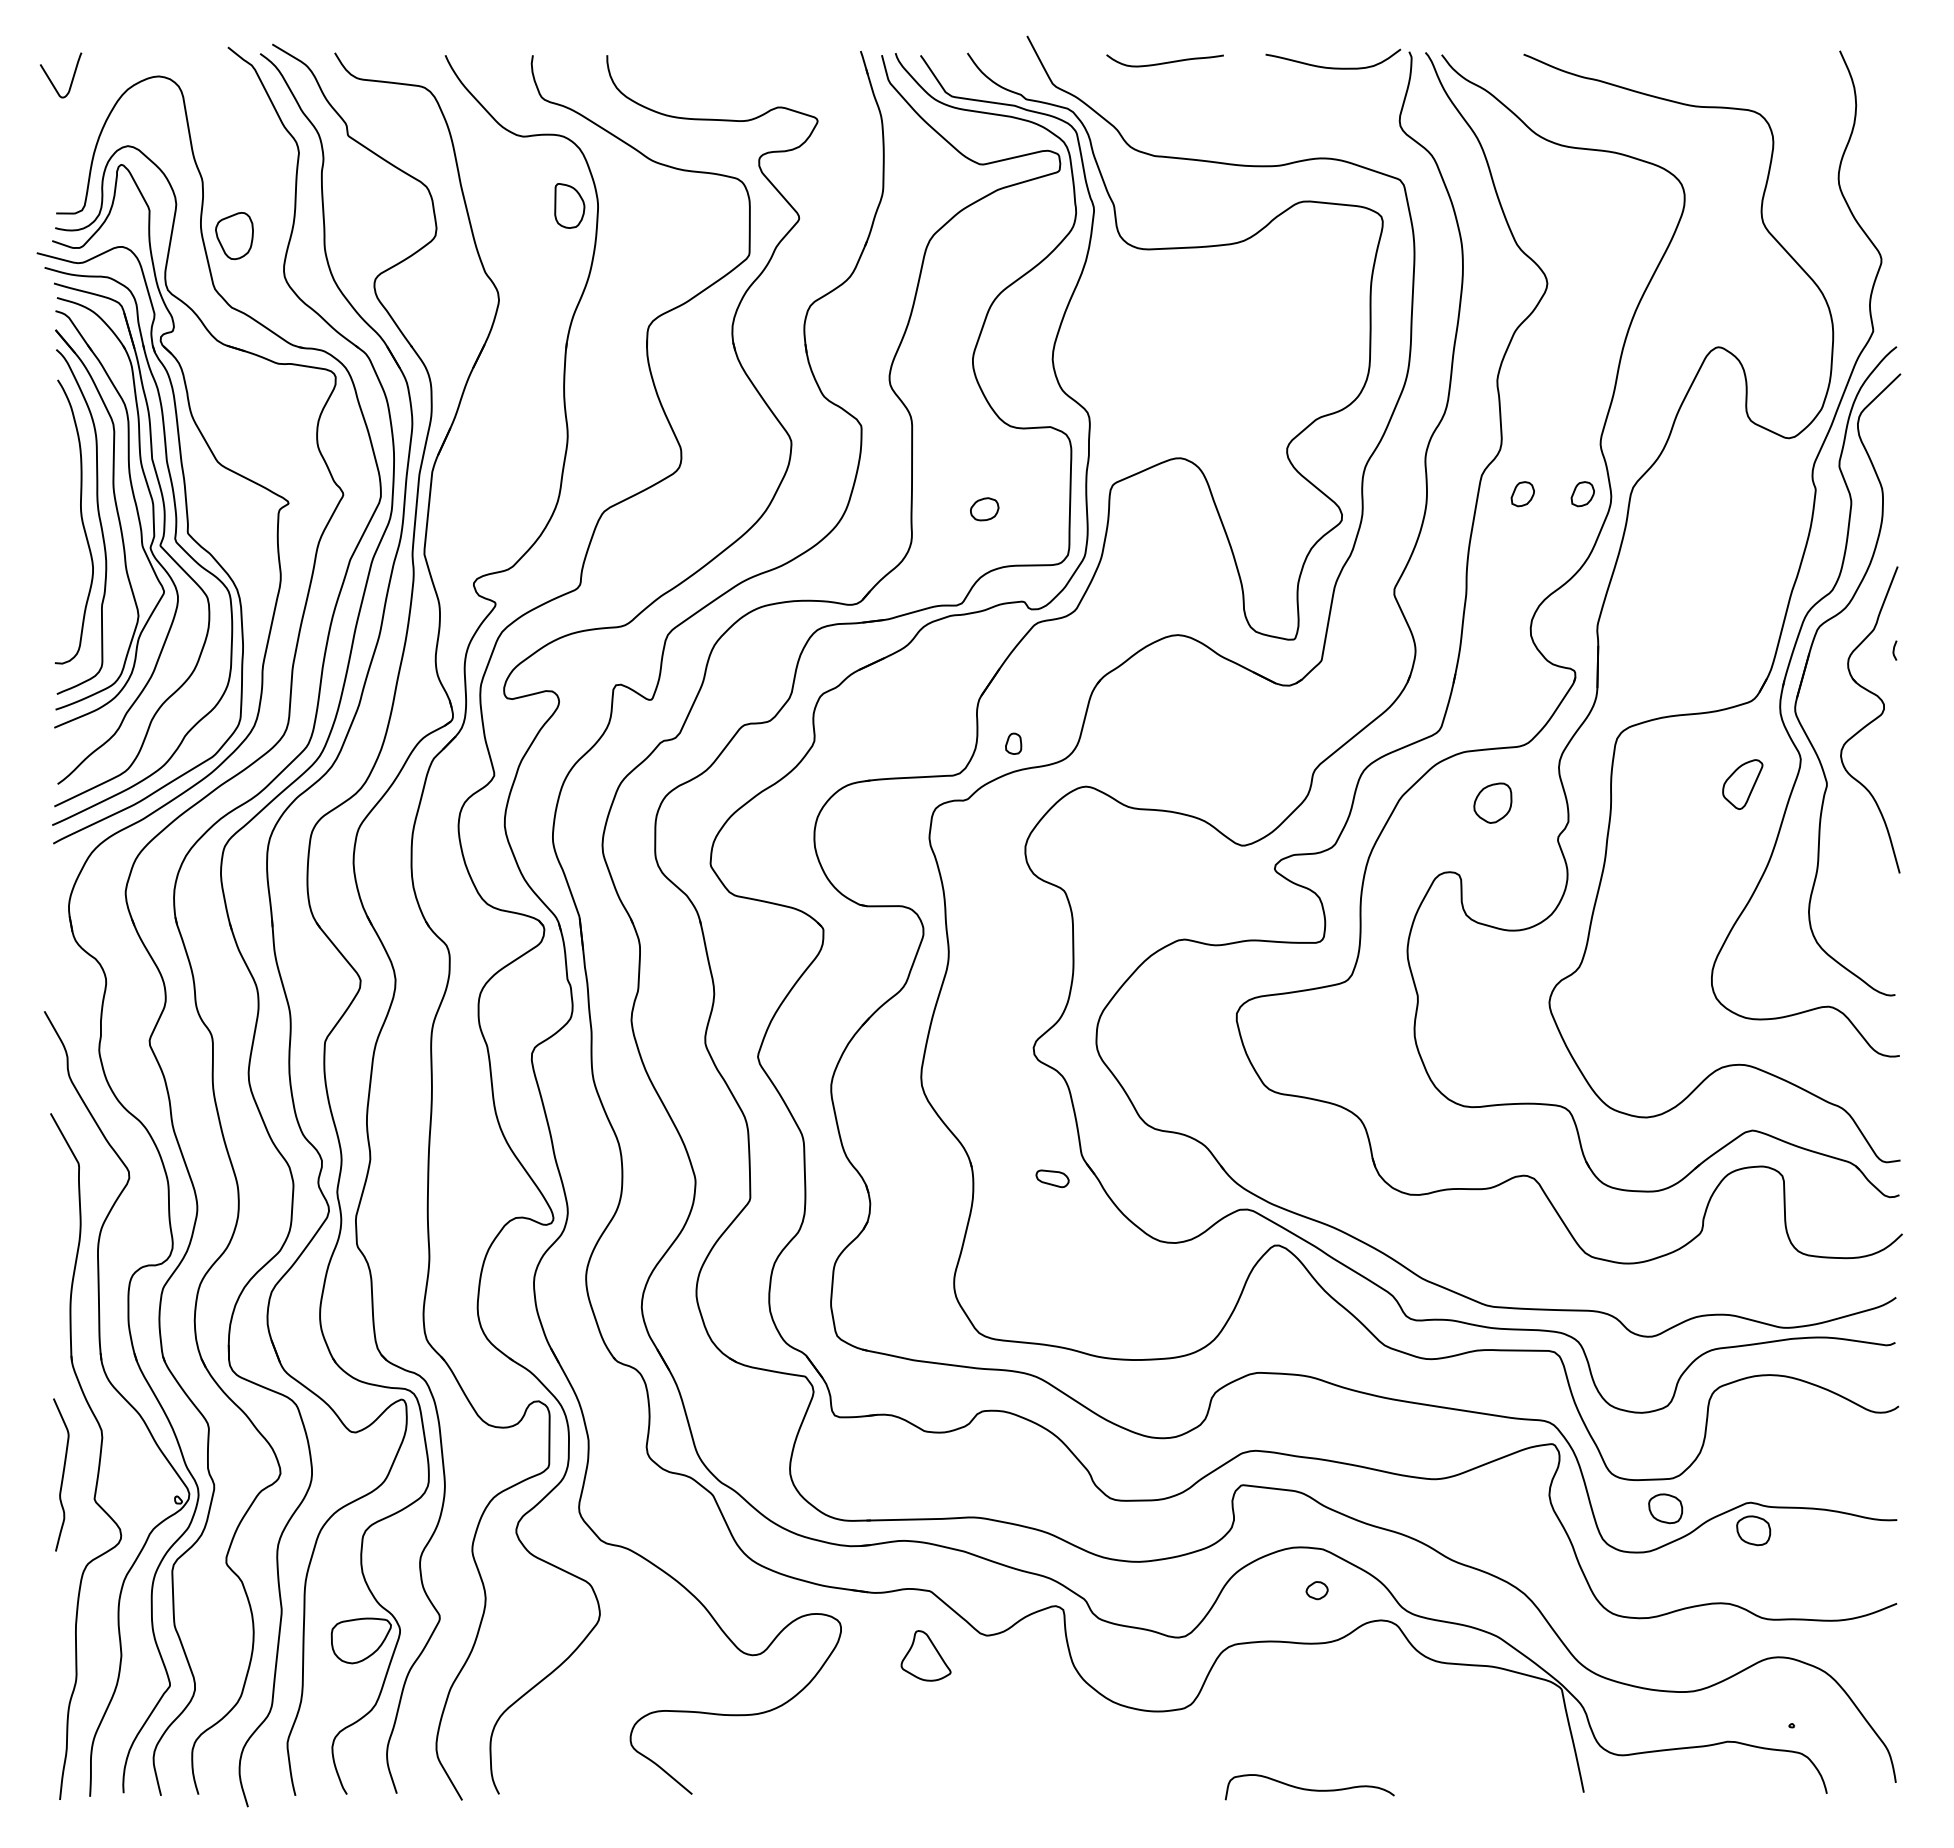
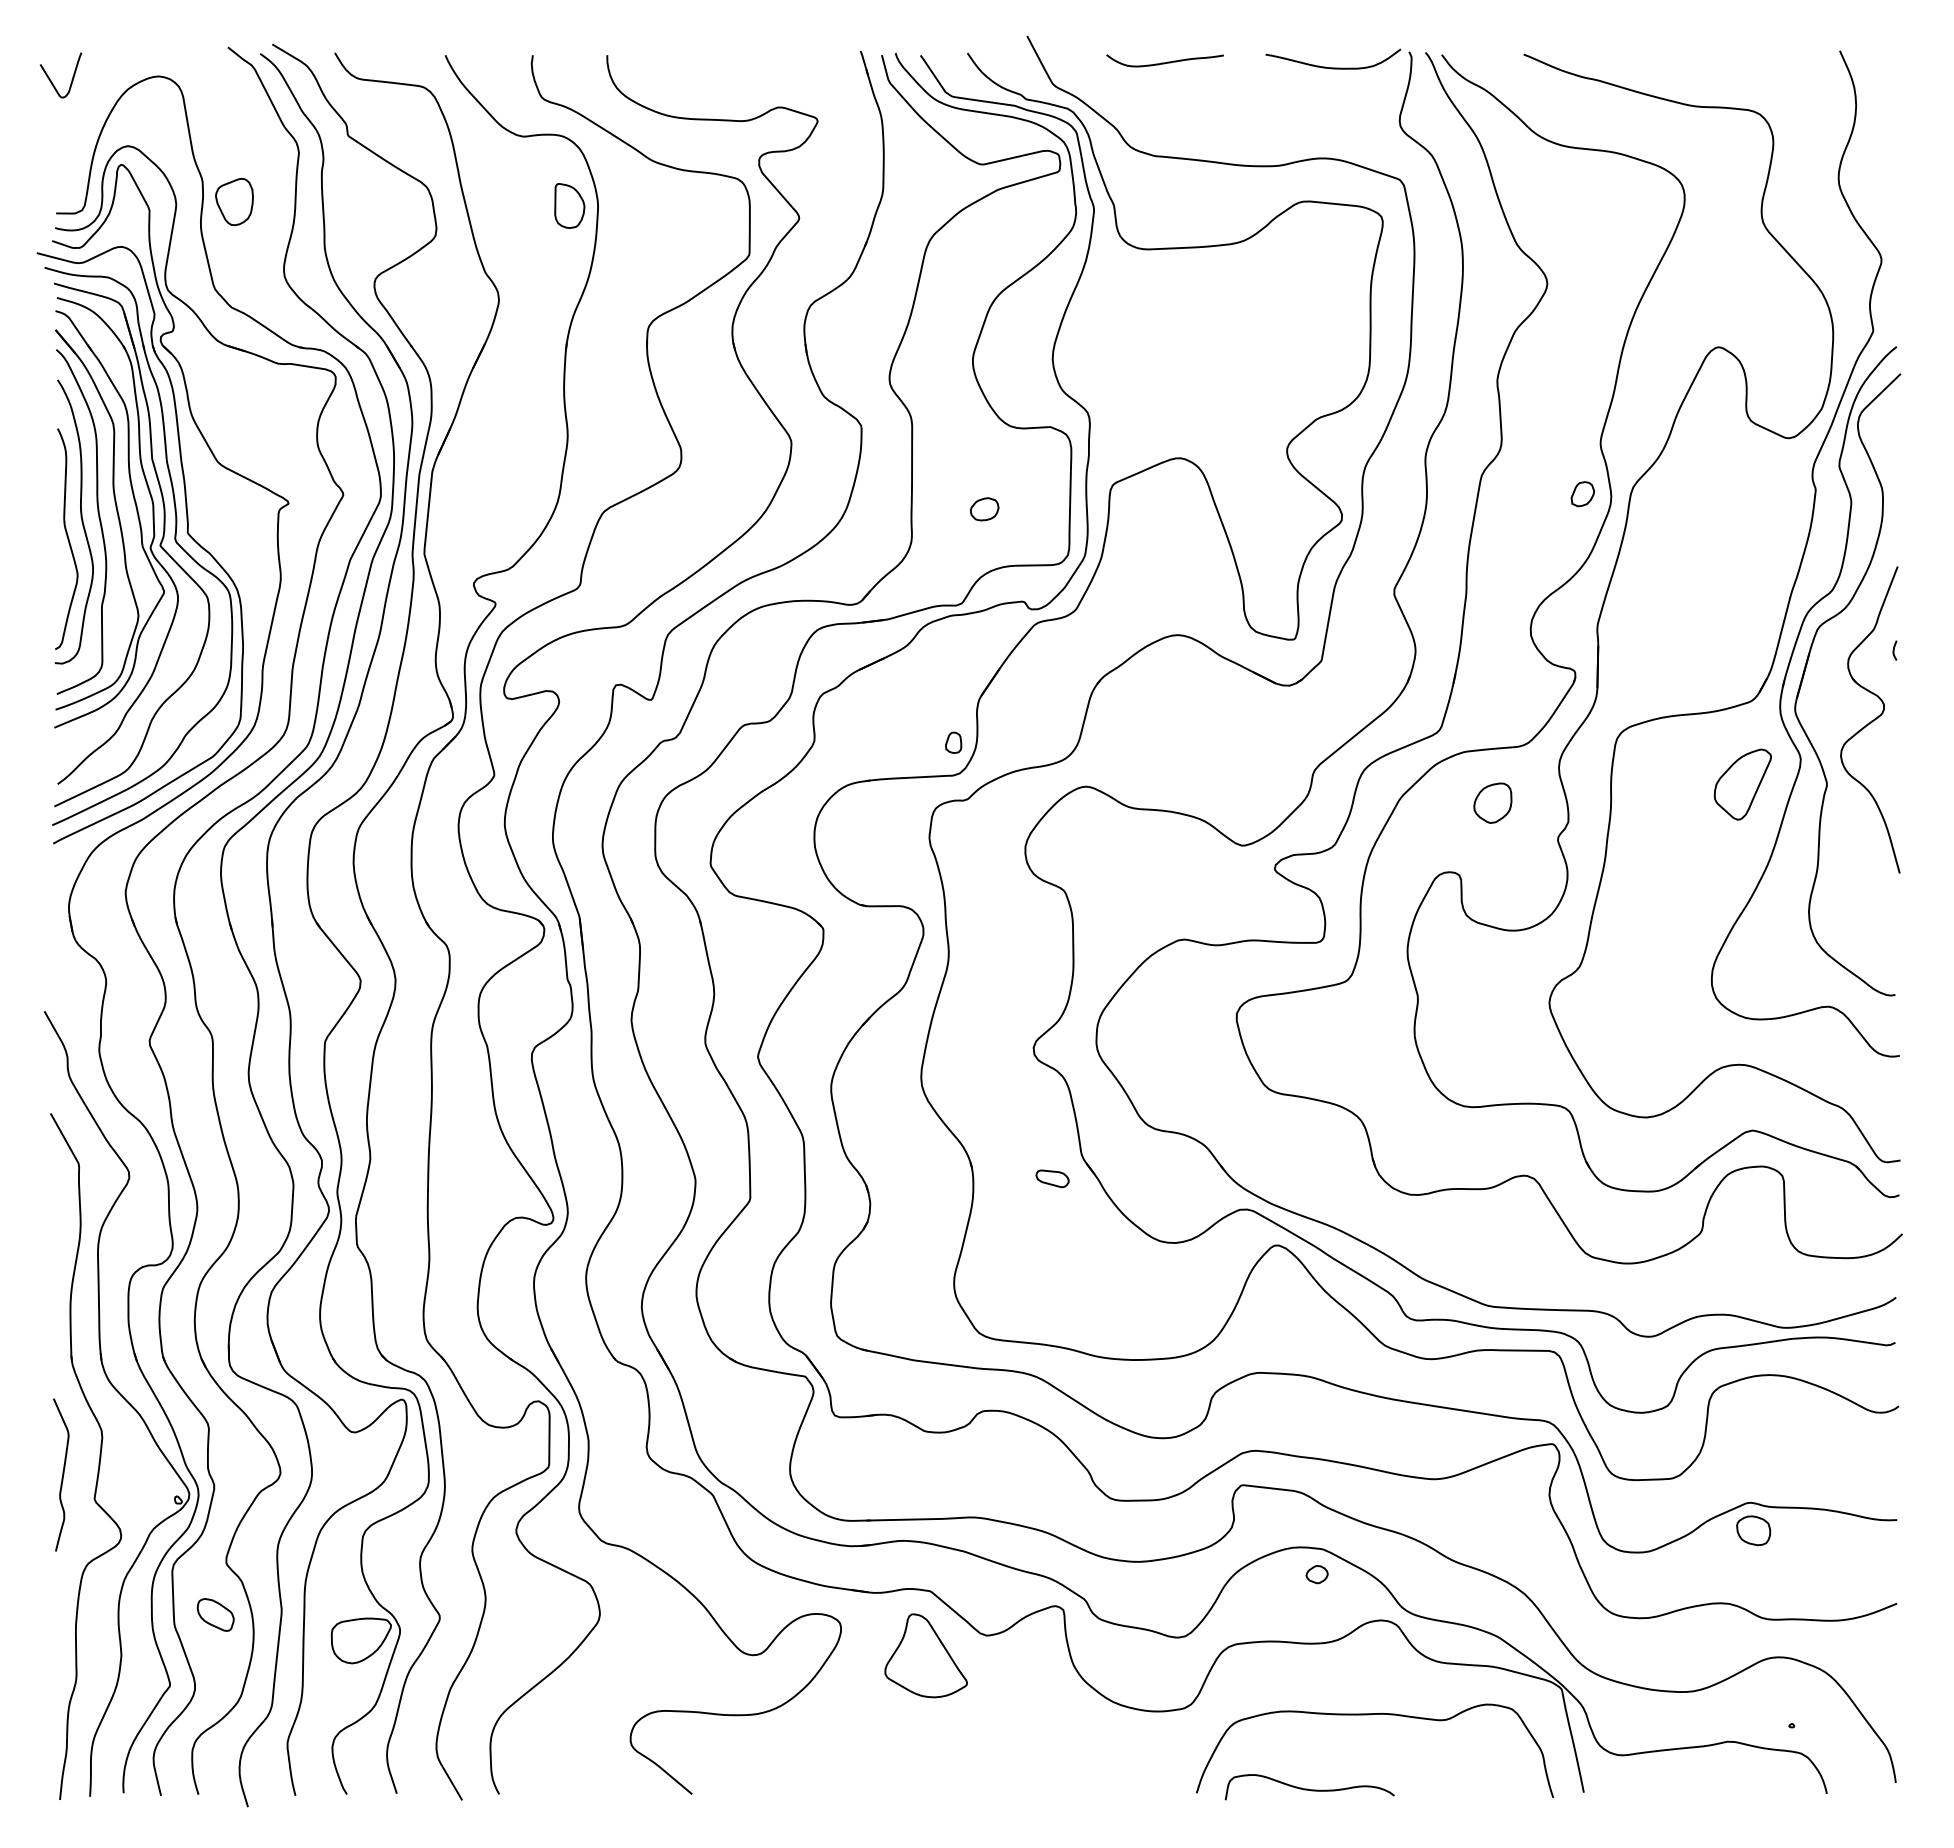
part at (234, 236) position: (234, 236) -> (234, 202)
part at (1522, 494): present -> none
curve at (67, 538): none -> present
part at (1013, 743) position: (1013, 743) -> (953, 742)
part at (1742, 784) size: 42x51 px -> 59x73 px
part at (1665, 1508): present -> none
part at (1316, 1590) position: (1316, 1590) -> (1316, 1574)
part at (215, 1614): none -> present
part at (925, 1655) size: 52x52 px -> 84x86 px
curve at (1370, 1715): none -> present
